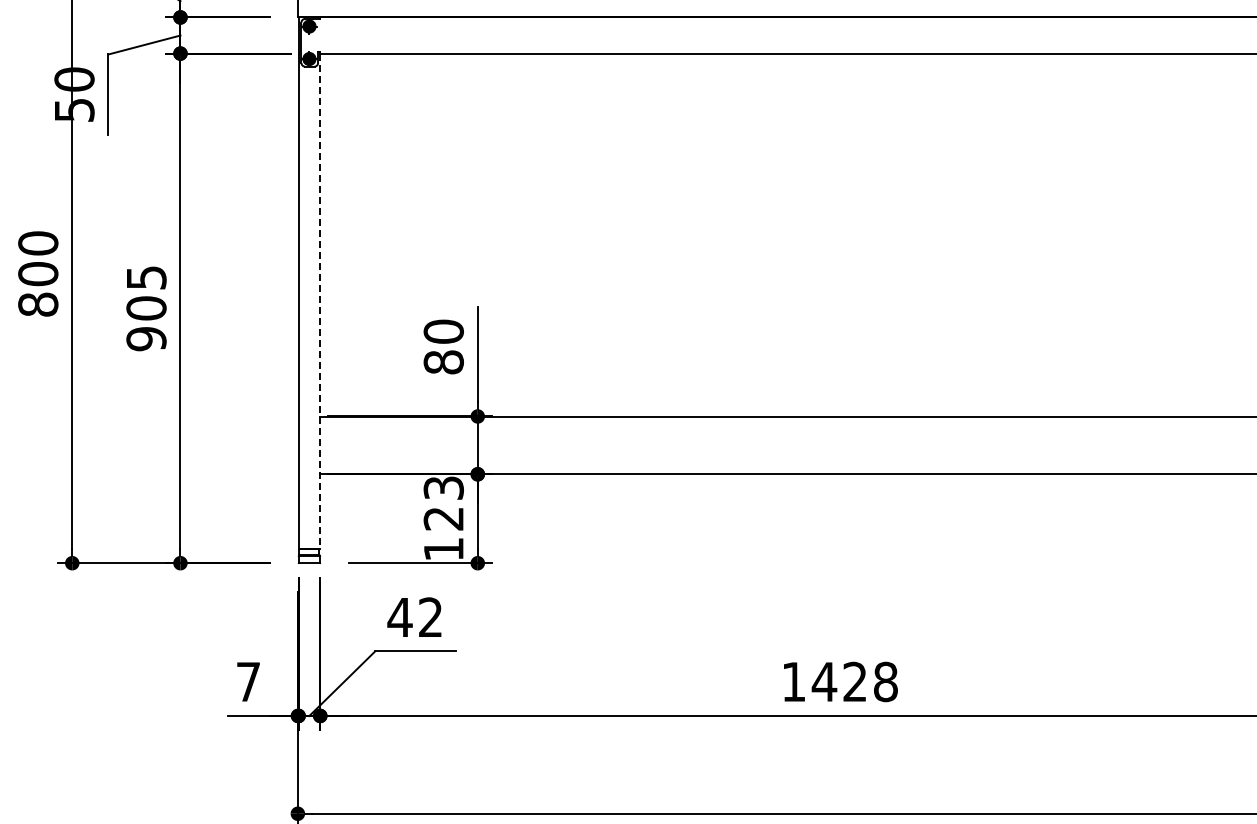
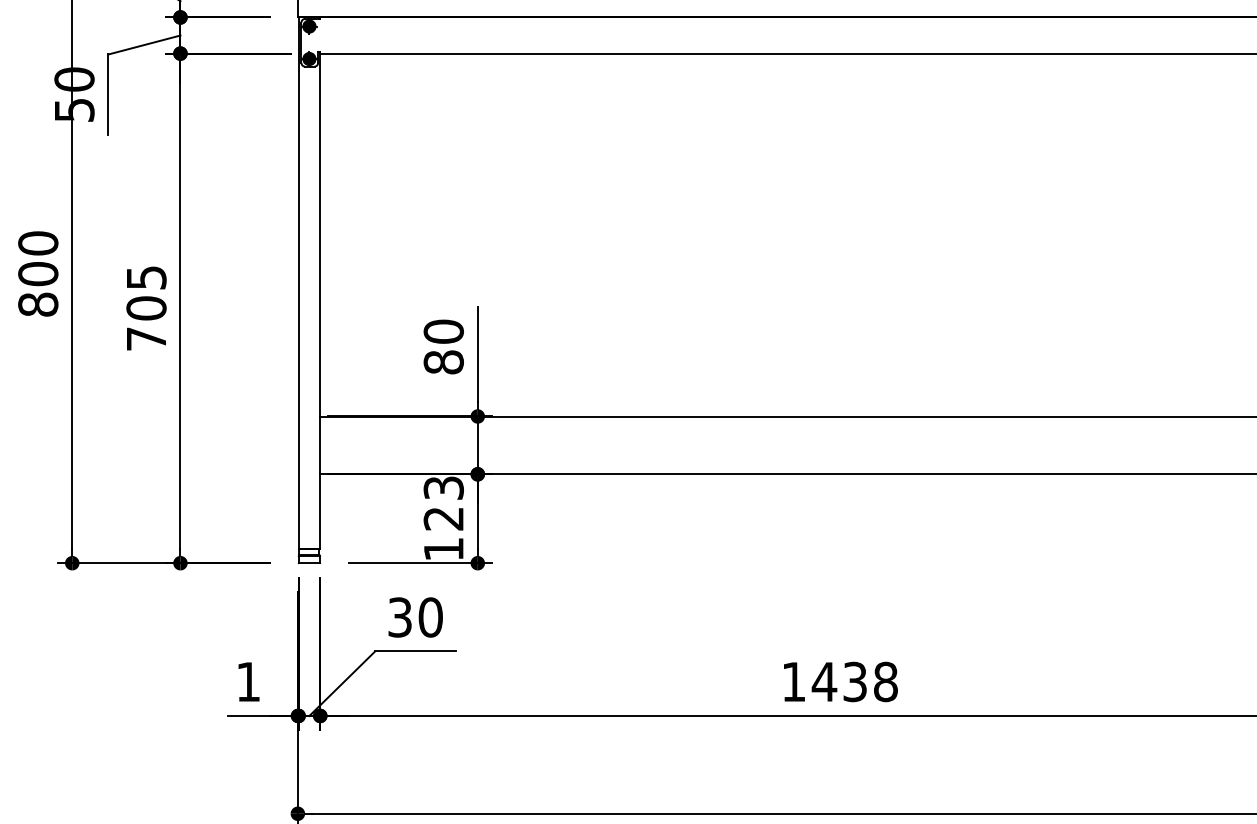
line at (320, 301): dashed -> solid
text at (146, 339): 905 -> 705
text at (414, 617): 42 -> 30
text at (248, 681): 7 -> 1
text at (854, 682): 1428 -> 1438
